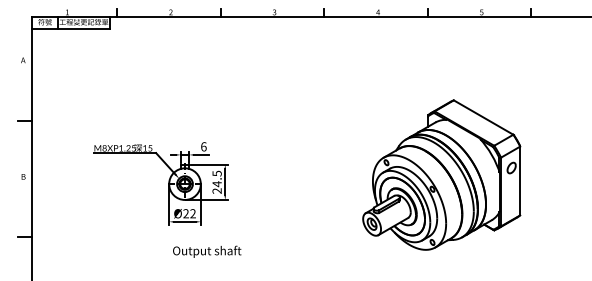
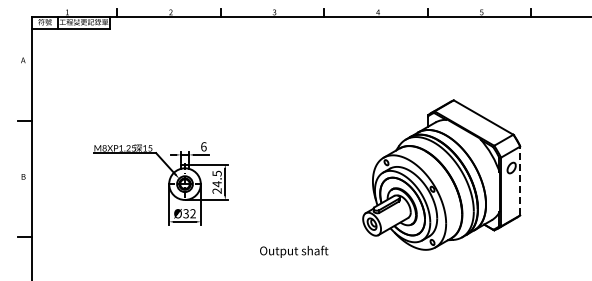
line at (520, 180): solid -> dashed
text at (185, 214): Ø22 -> Ø32
text at (207, 251) position: (207, 251) -> (294, 251)
